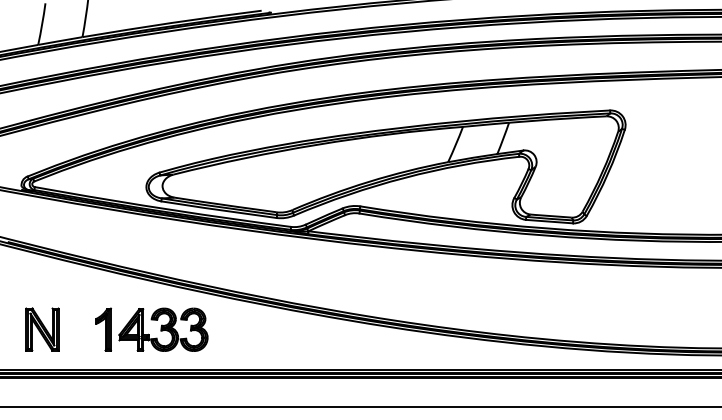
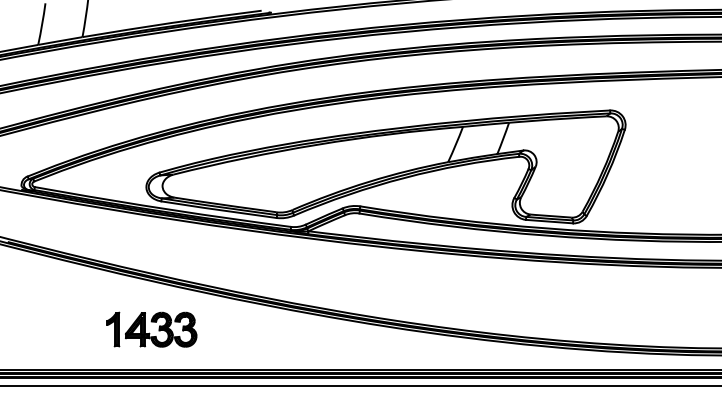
part at (42, 329): present -> none
part at (151, 329) size: 114x45 px -> 92x37 px
line at (360, 407) position: (360, 407) -> (360, 386)
